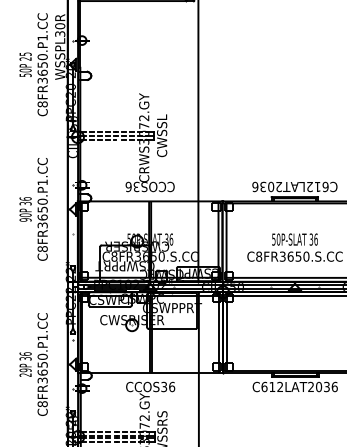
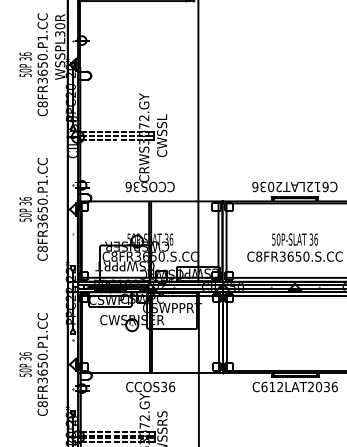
text at (25, 56): 25 -> 36
text at (25, 219): 90P -> 50P
text at (25, 372): 29P -> 50P
